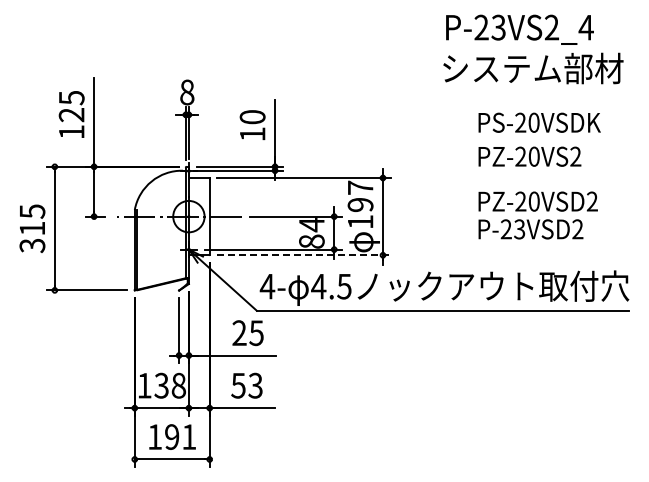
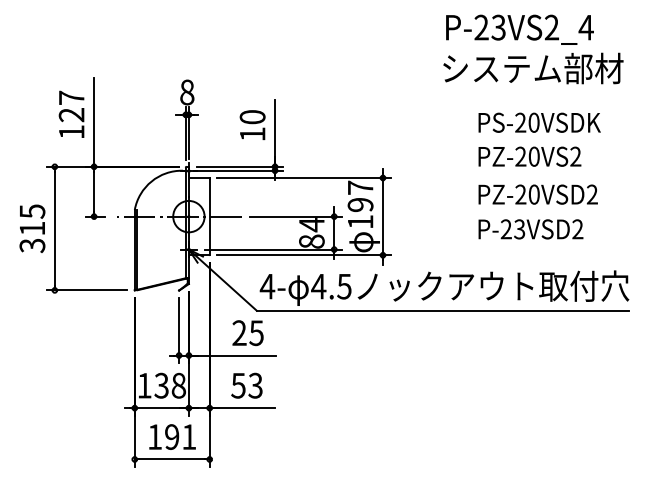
text at (71, 97): 125 -> 127
text at (537, 201) position: (537, 201) -> (537, 194)
line at (303, 255): dashed -> solid
